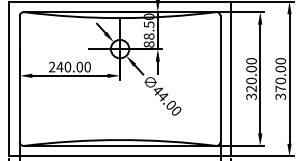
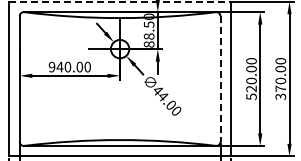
line at (120, 1): solid -> dashed
text at (51, 67): 240.00 -> 940.00
line at (220, 79): solid -> dashed
text at (250, 96): 320.00 -> 520.00
